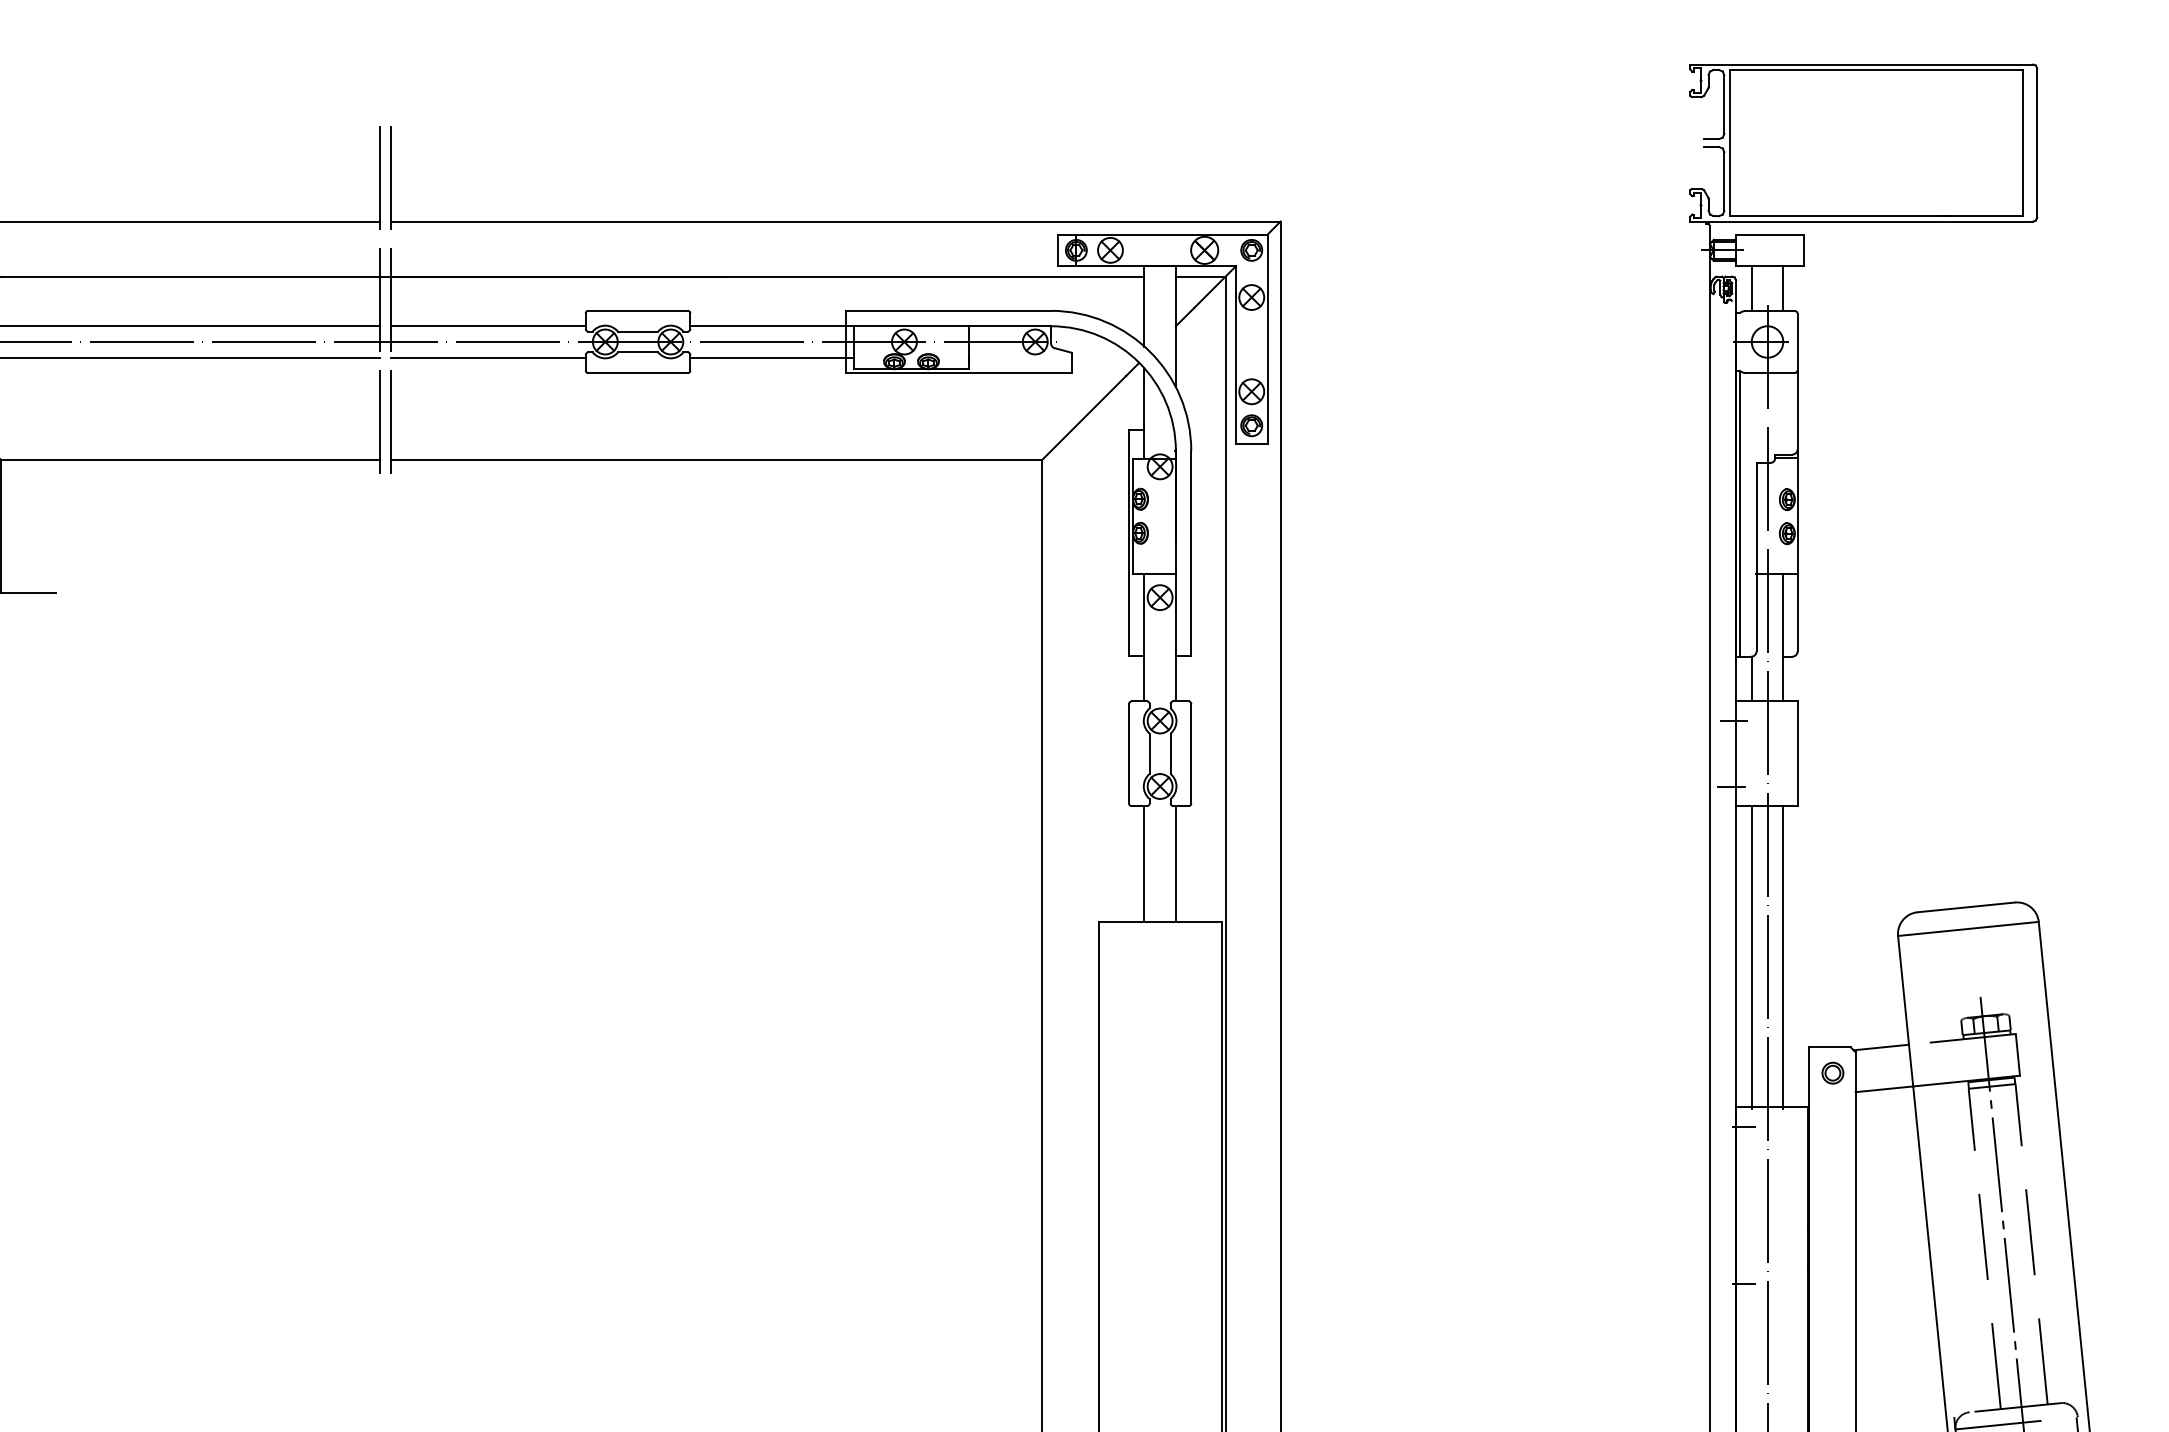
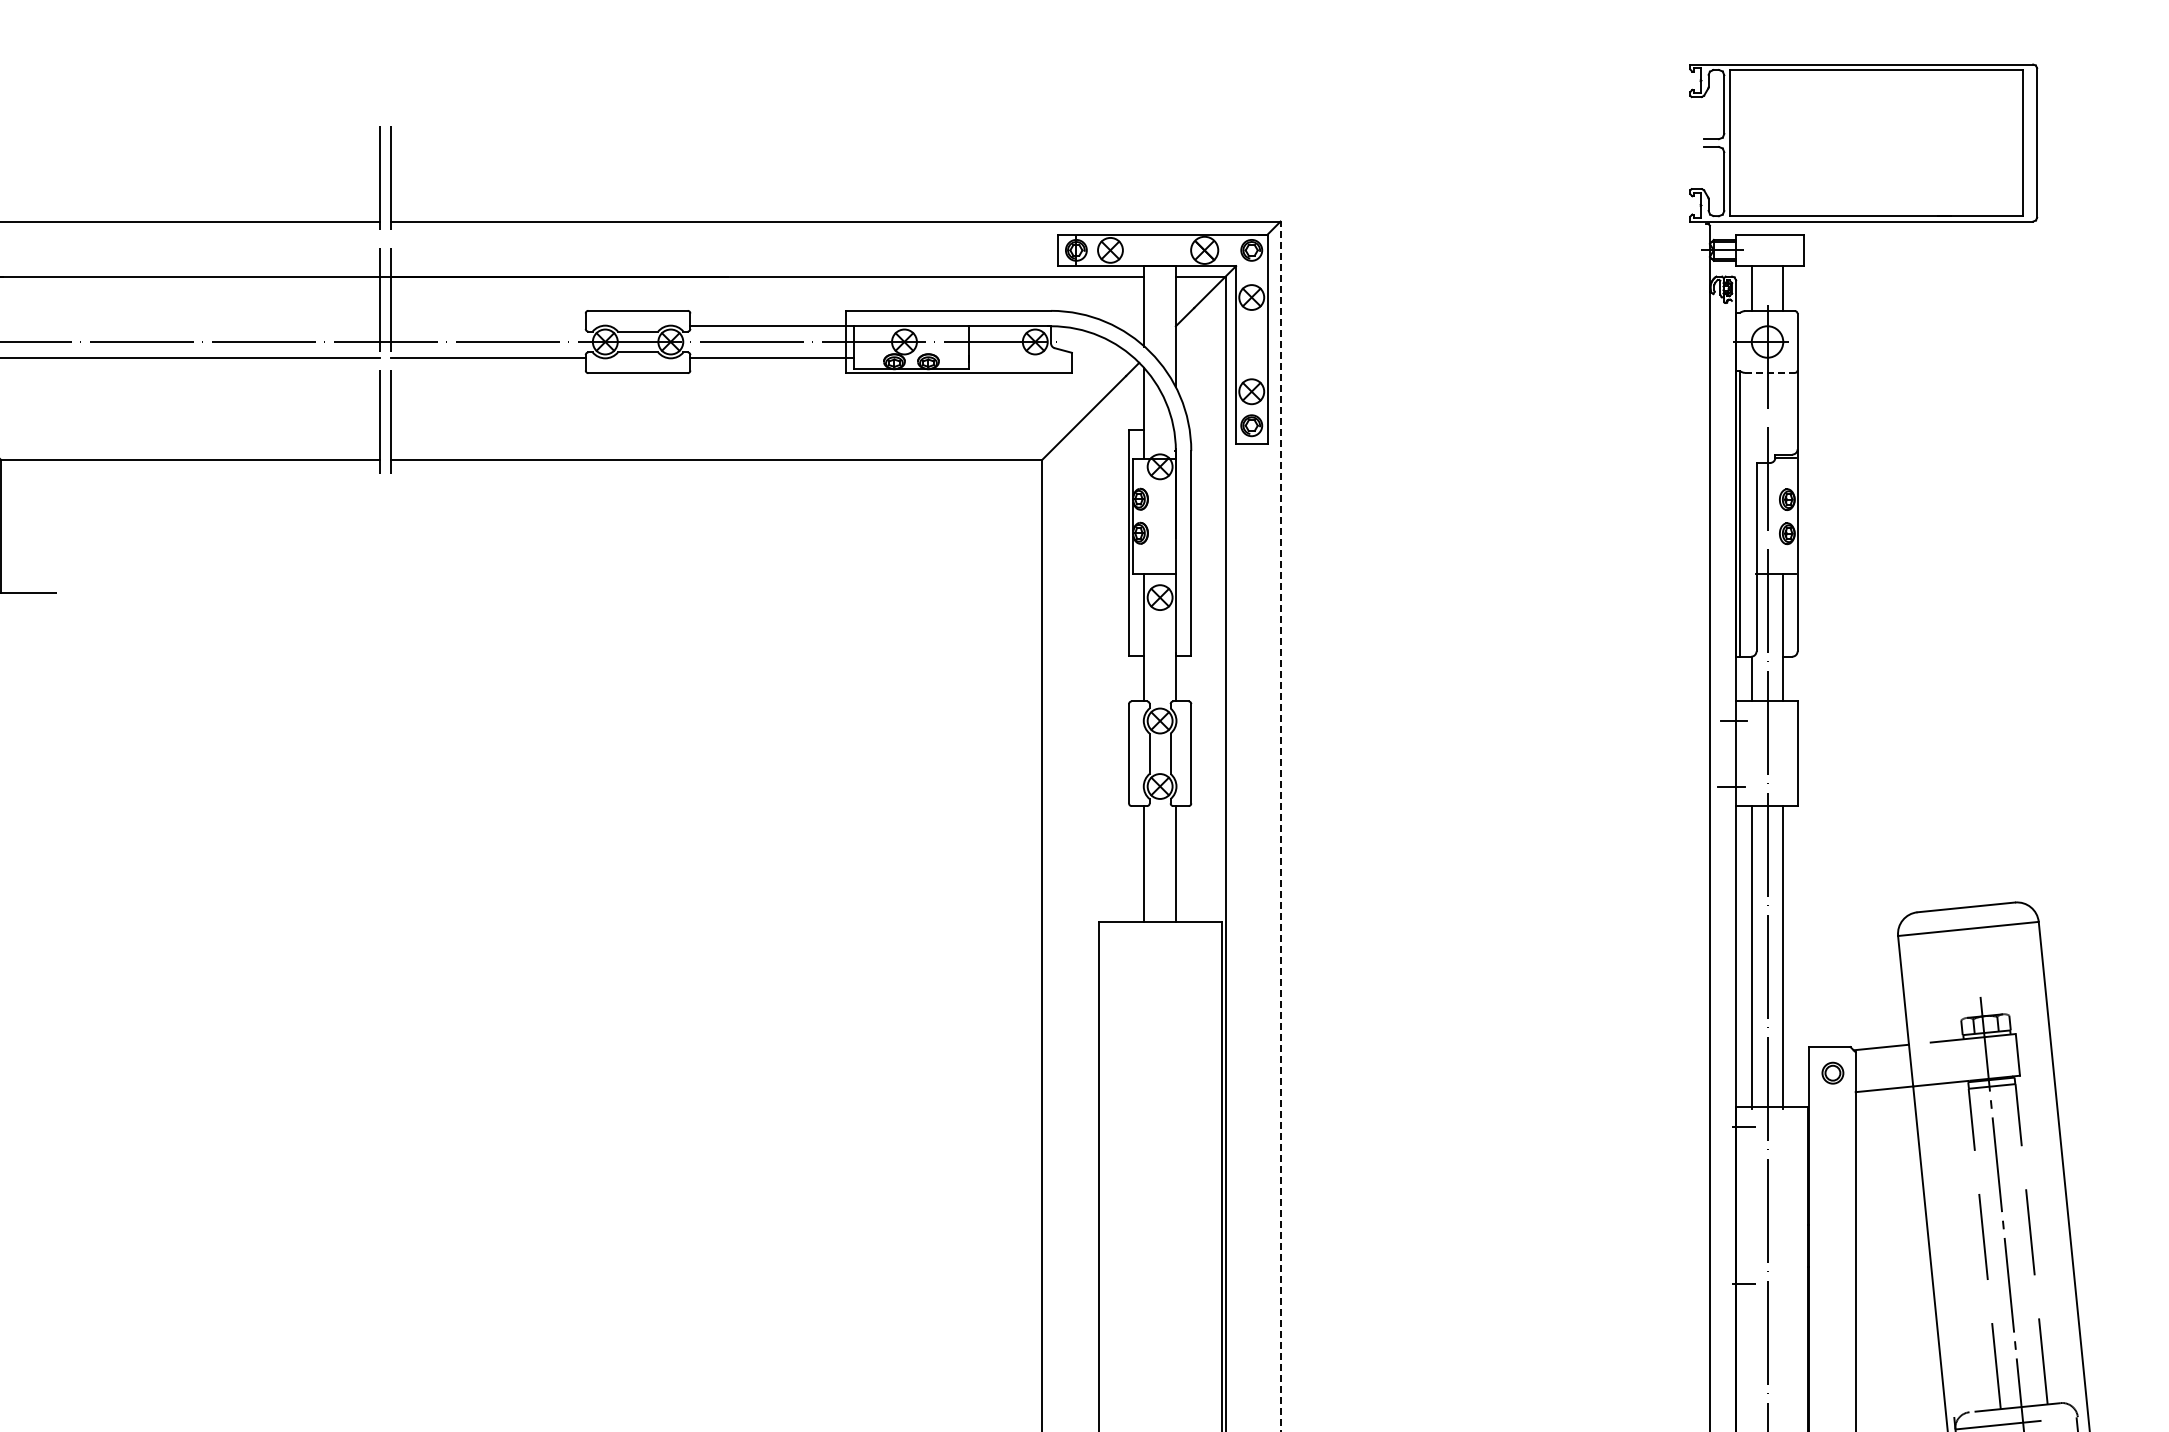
line at (191, 326): present -> none
line at (487, 326): present -> none
line at (1770, 372): solid -> dashed
line at (1280, 826): solid -> dashed
